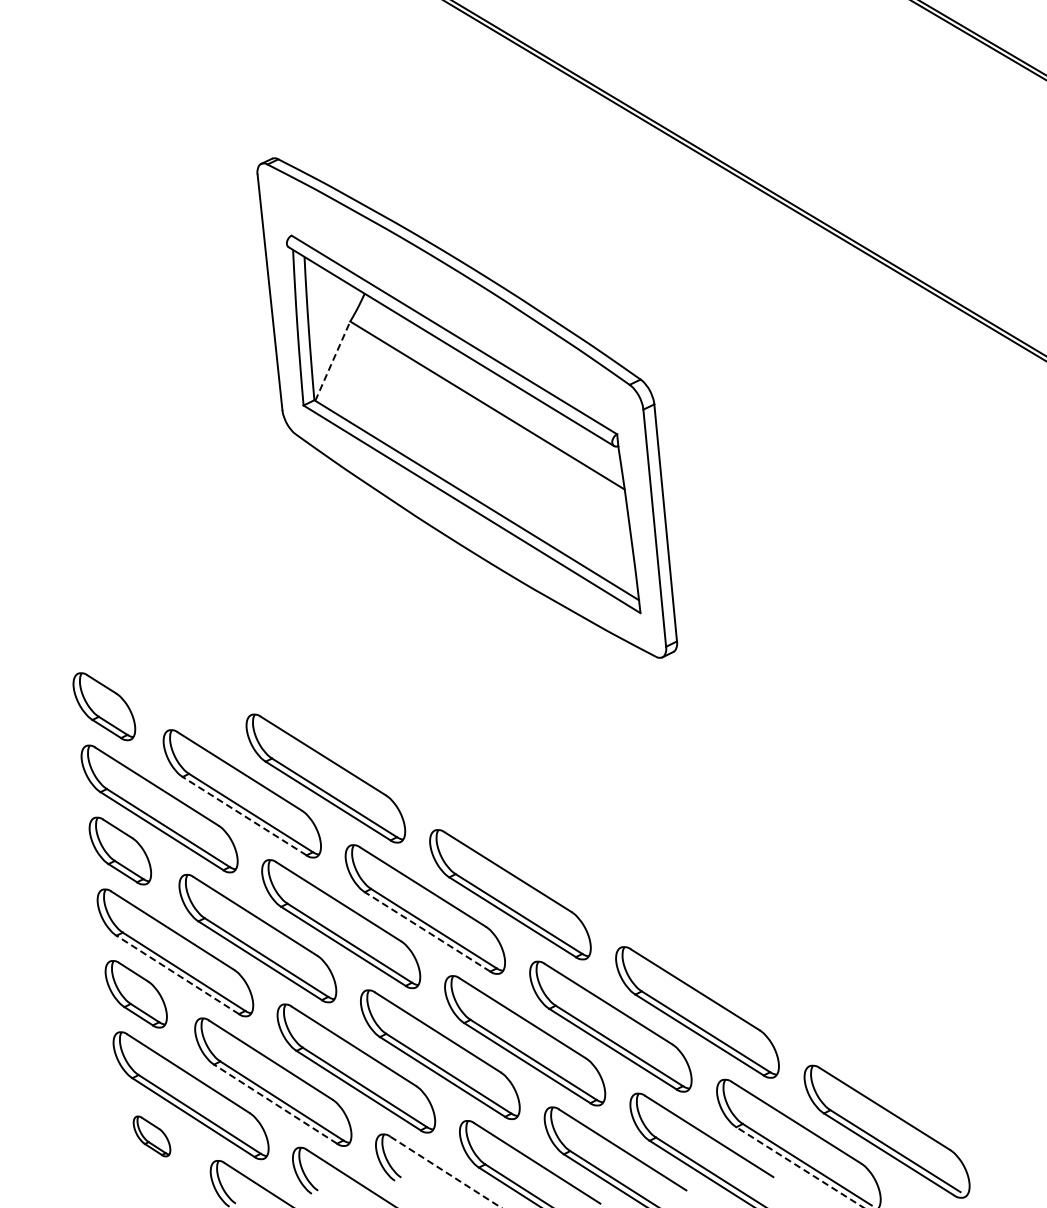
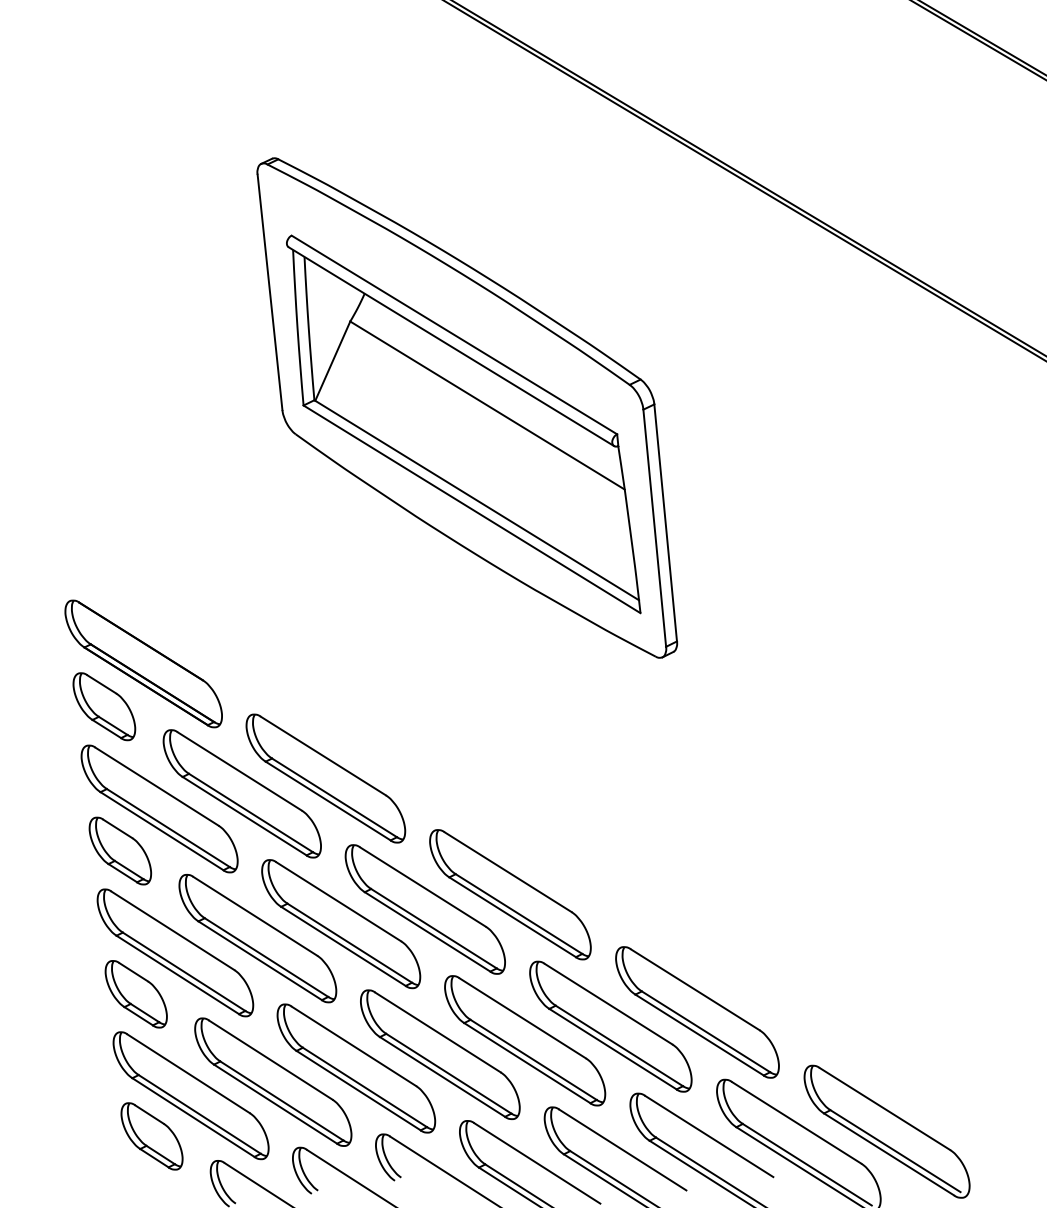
line at (332, 360): dashed -> solid
part at (143, 663): none -> present
line at (244, 815): dashed -> solid
line at (427, 931): dashed -> solid
line at (177, 974): dashed -> solid
line at (275, 1103): dashed -> solid
part at (151, 1136) size: 40x43 px -> 64x69 px
line at (799, 1167): dashed -> solid
line at (445, 1172): dashed -> solid
